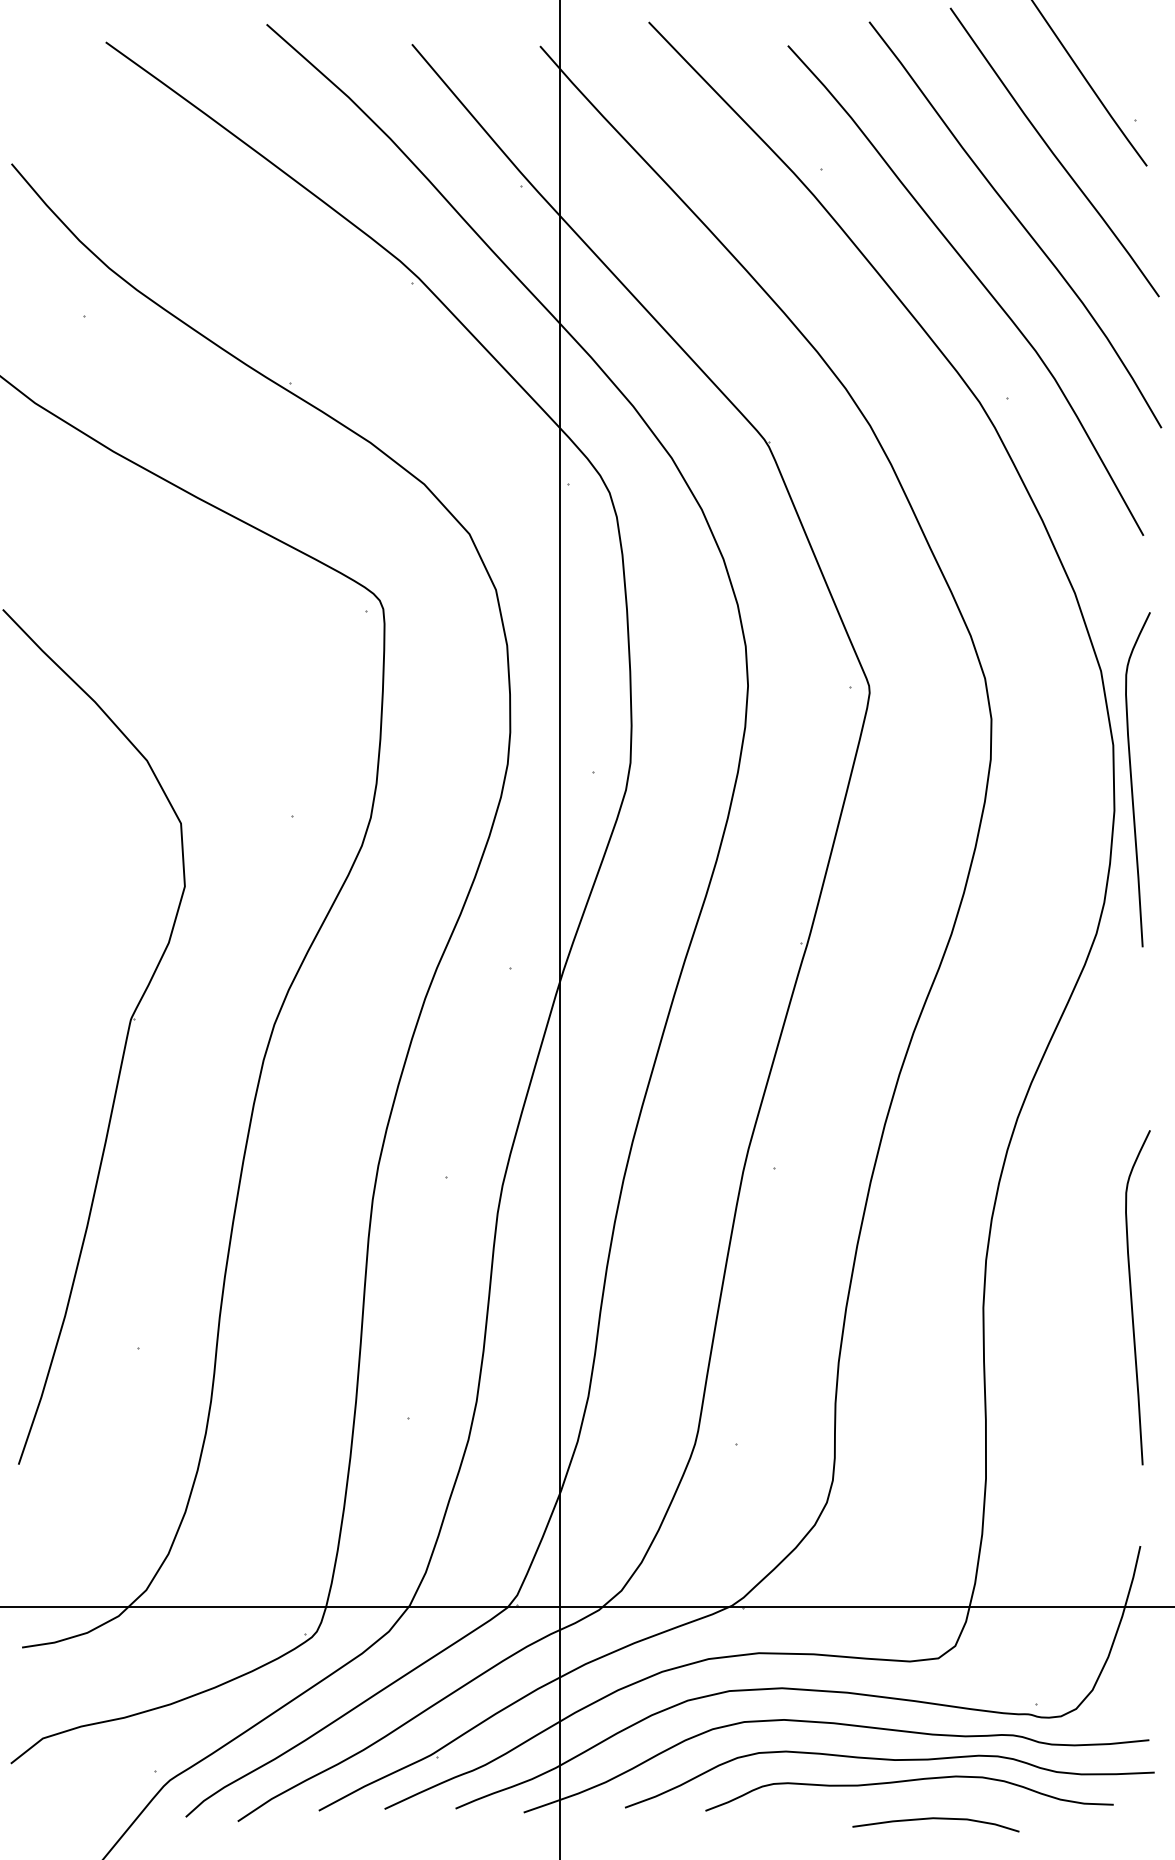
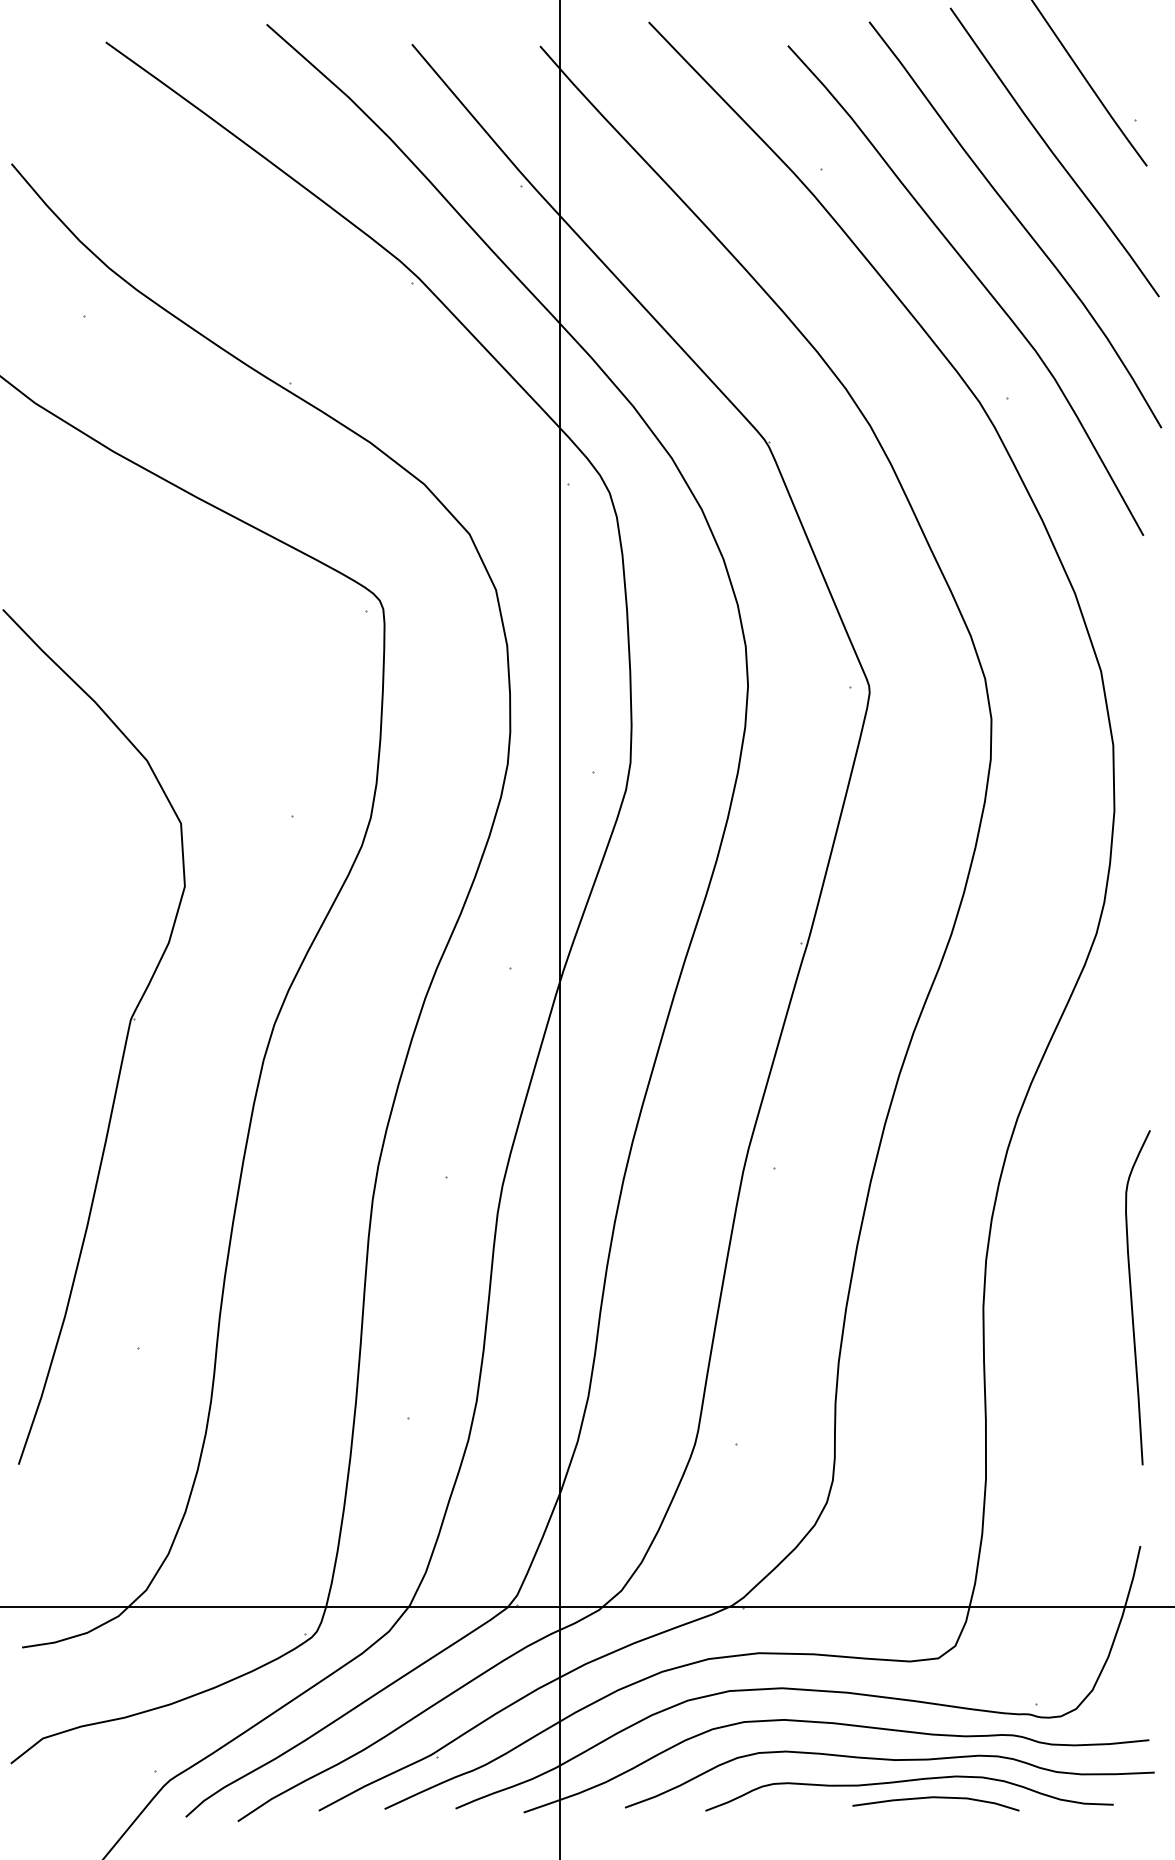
curve at (1132, 779): present -> none
curve at (935, 1819) position: (935, 1819) -> (935, 1798)
